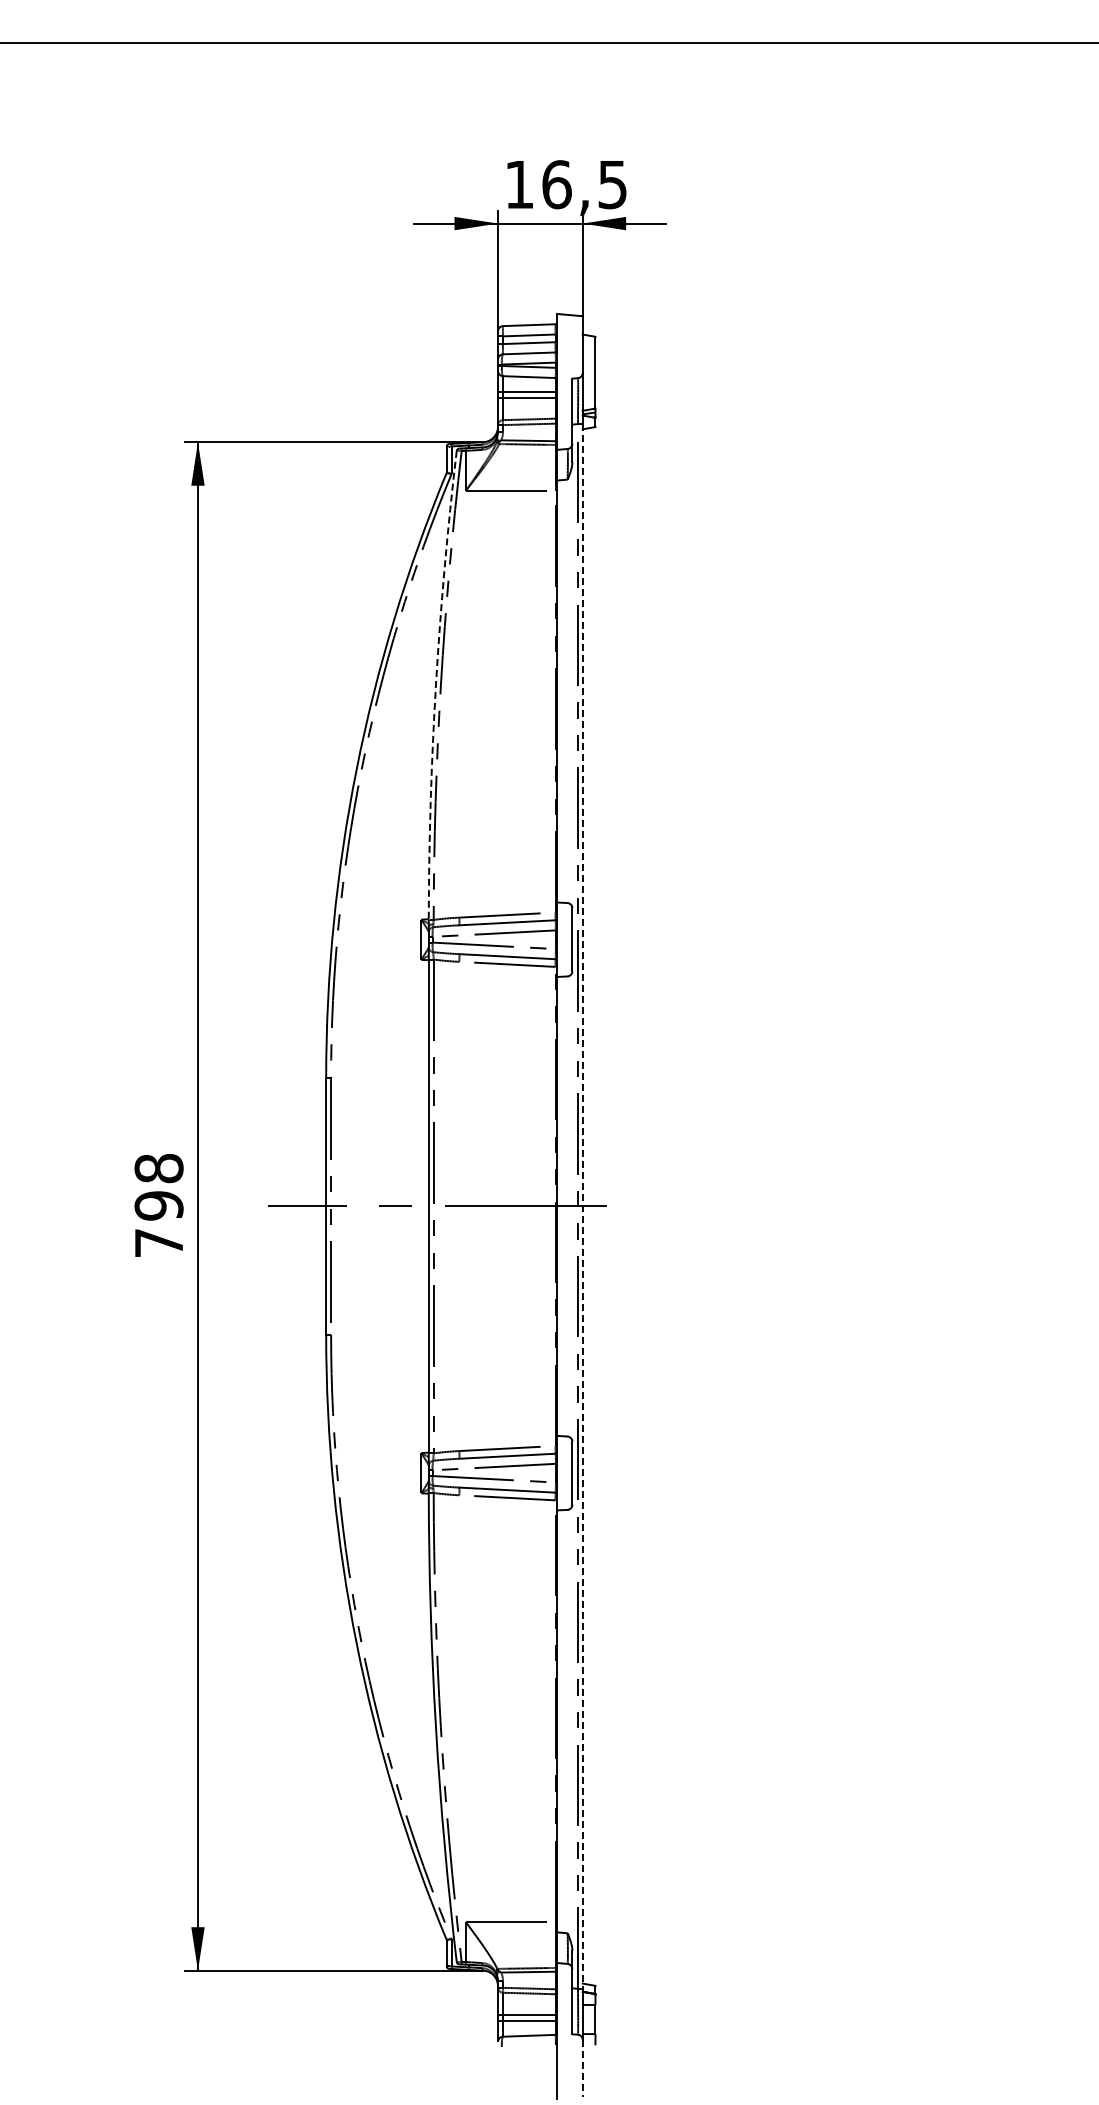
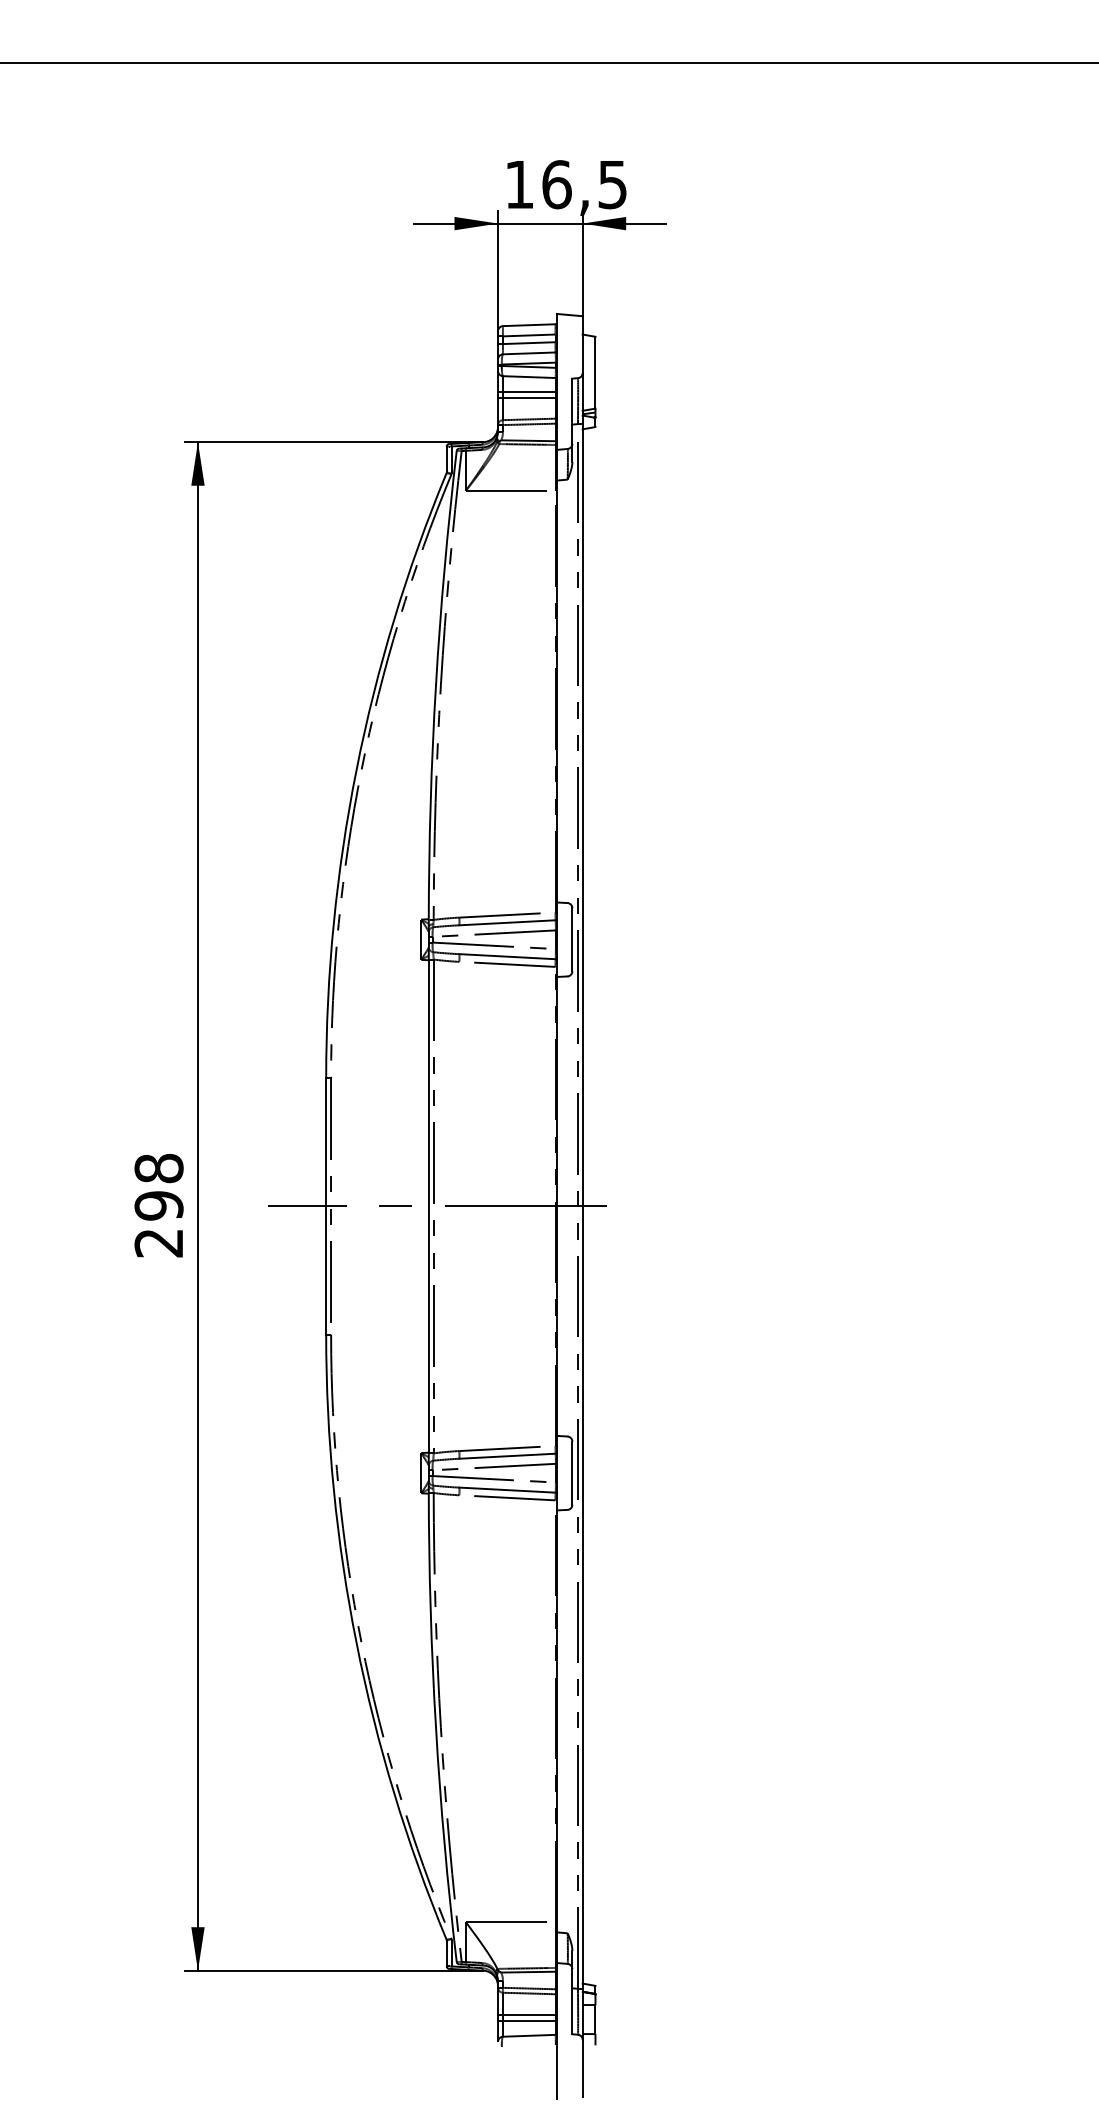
line at (548, 43) position: (548, 43) -> (548, 63)
arc at (435, 684): dashed -> solid
line at (582, 1206): dashed -> solid
text at (158, 1243): 798 -> 298
line at (582, 2068): dashed -> solid
